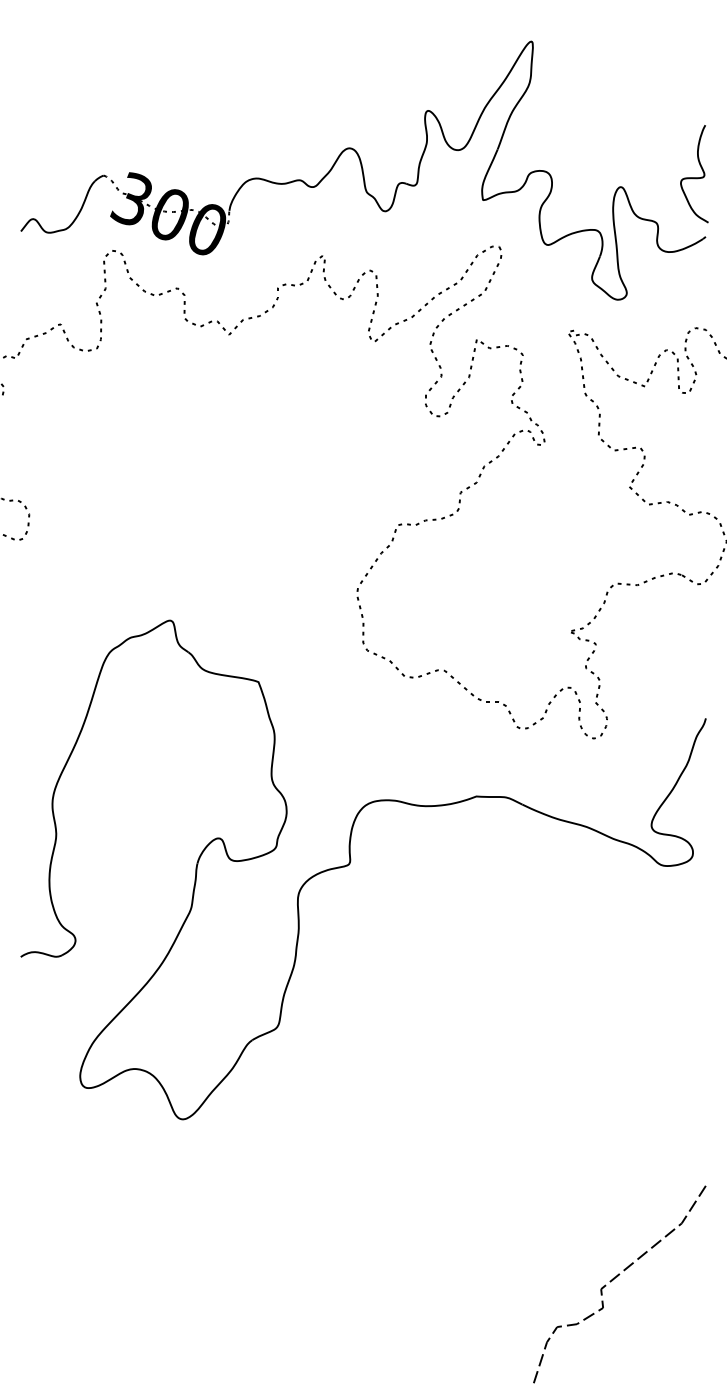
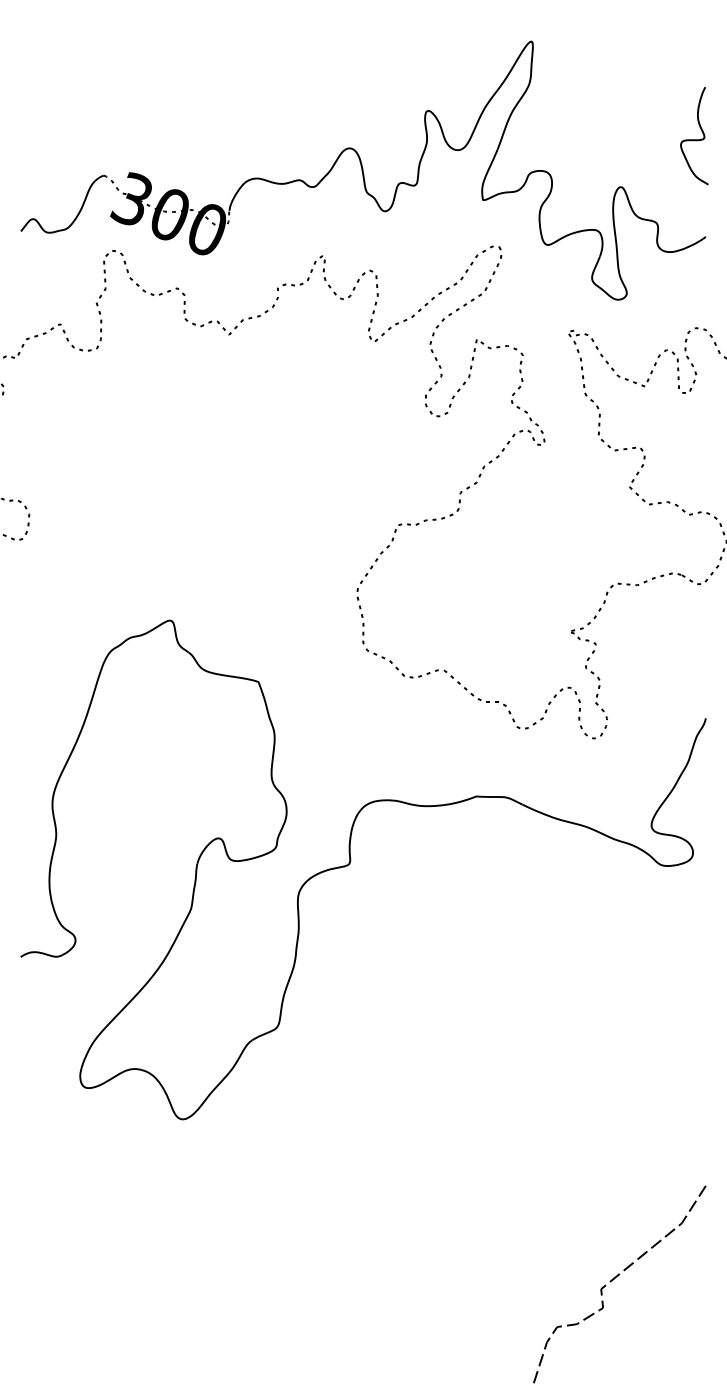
curve at (694, 177) position: (694, 177) -> (694, 139)
